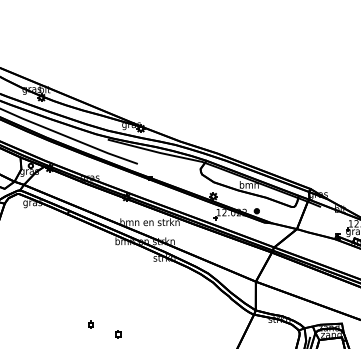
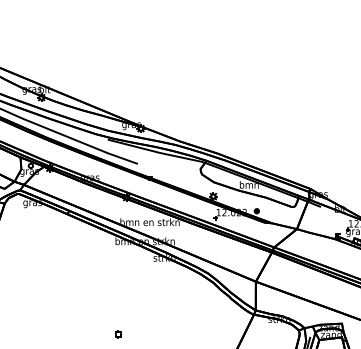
part at (90, 324): present -> none
